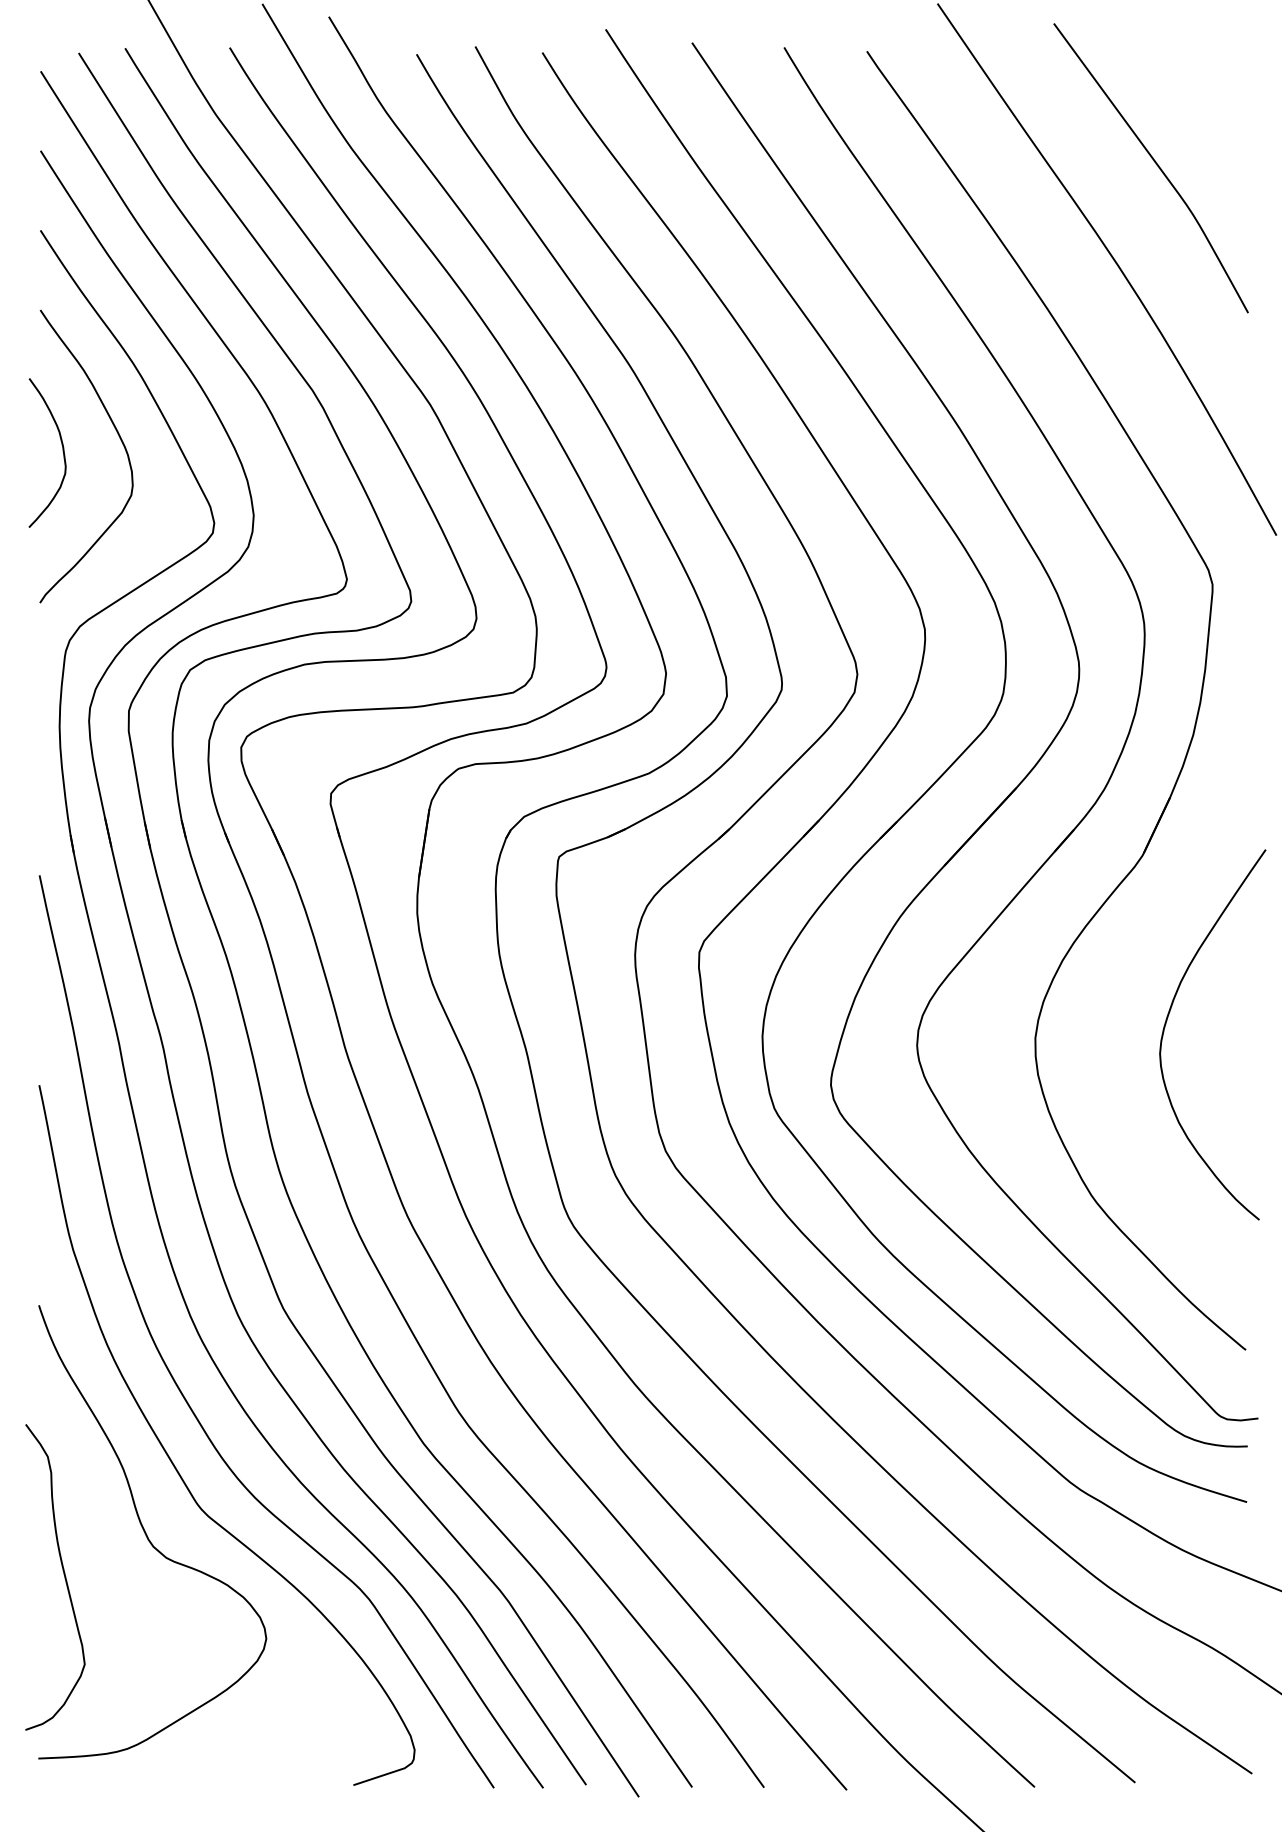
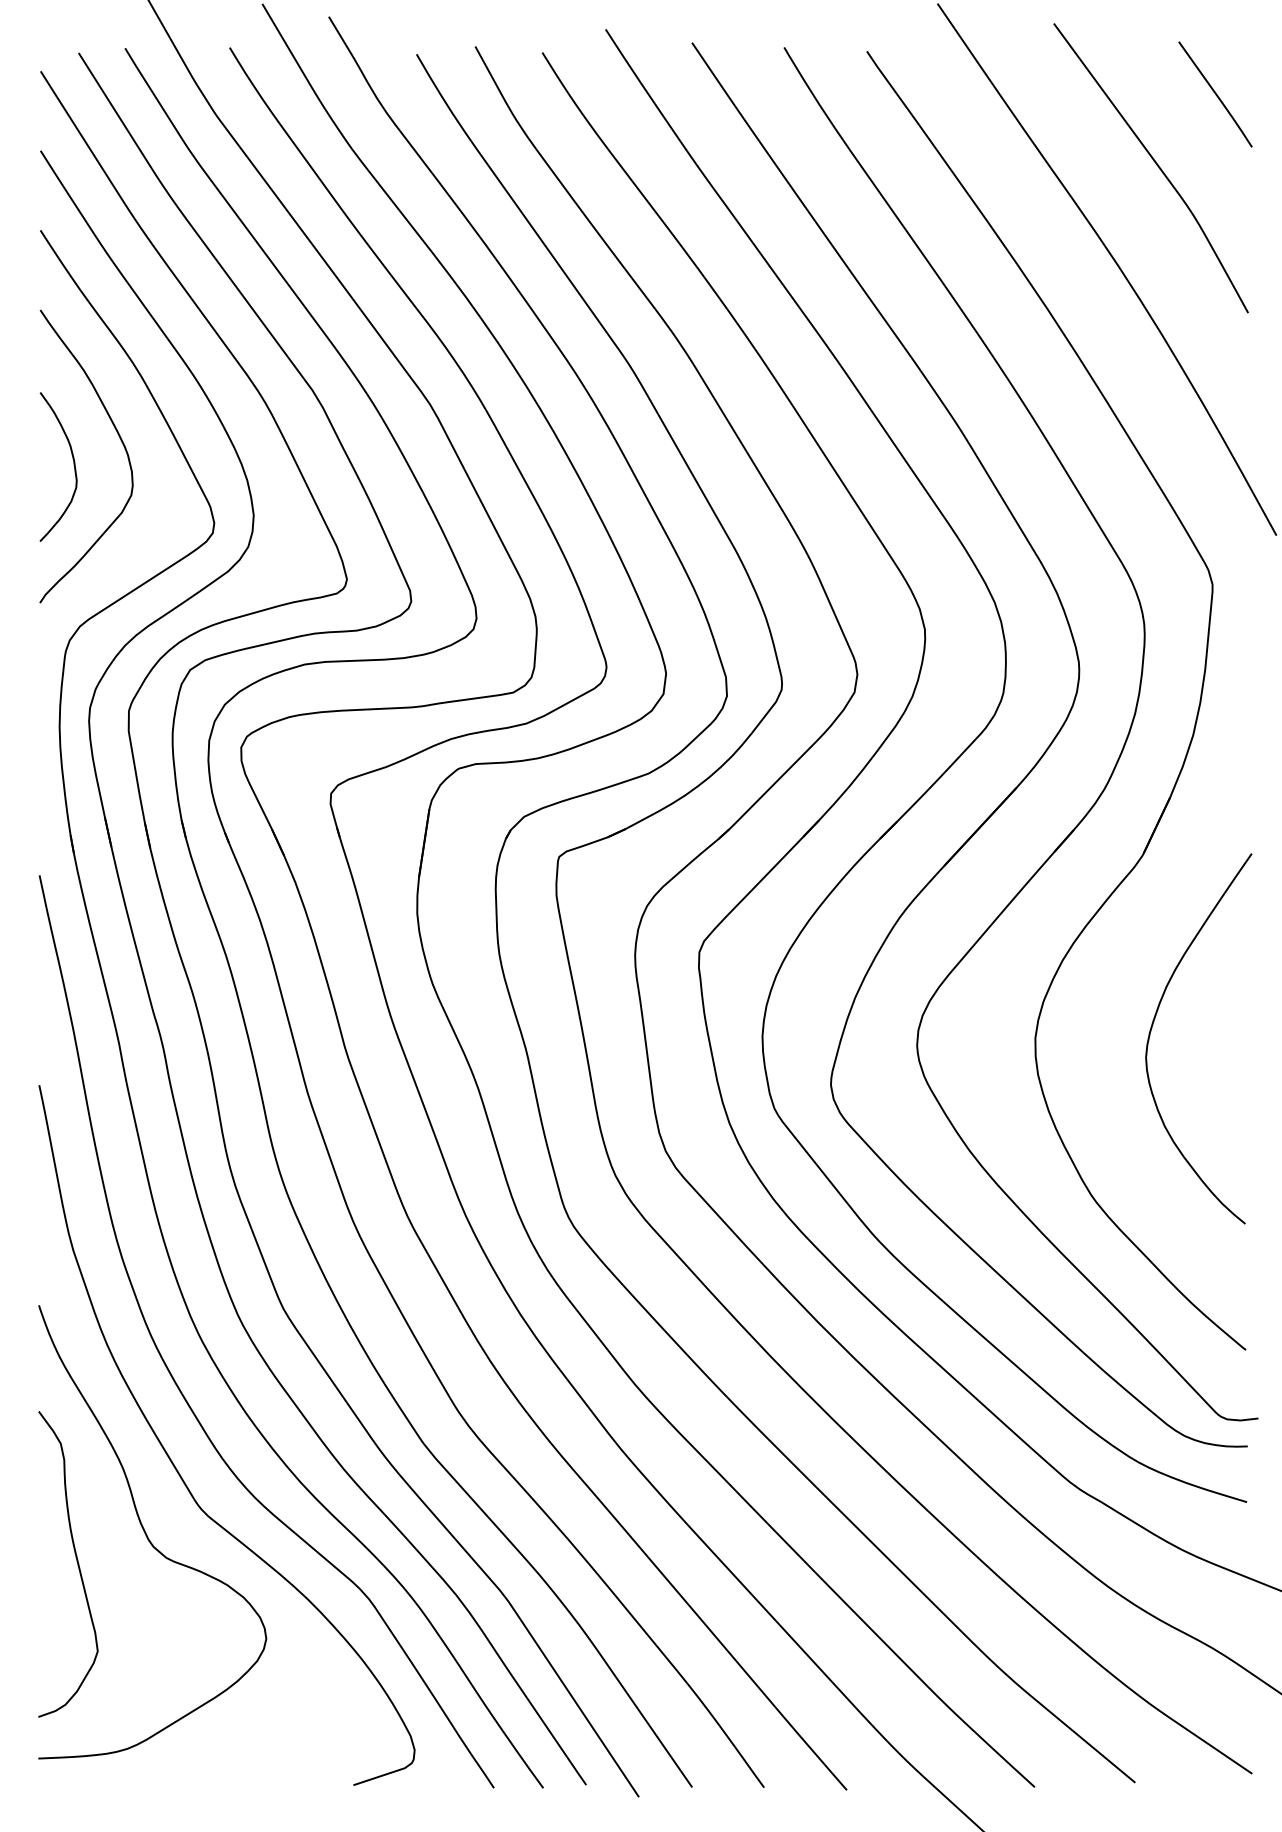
curve at (1215, 94): none -> present
curve at (62, 451) position: (62, 451) -> (73, 465)
curve at (1167, 1021) position: (1167, 1021) -> (1153, 1025)
curve at (63, 1574) position: (63, 1574) -> (76, 1561)
